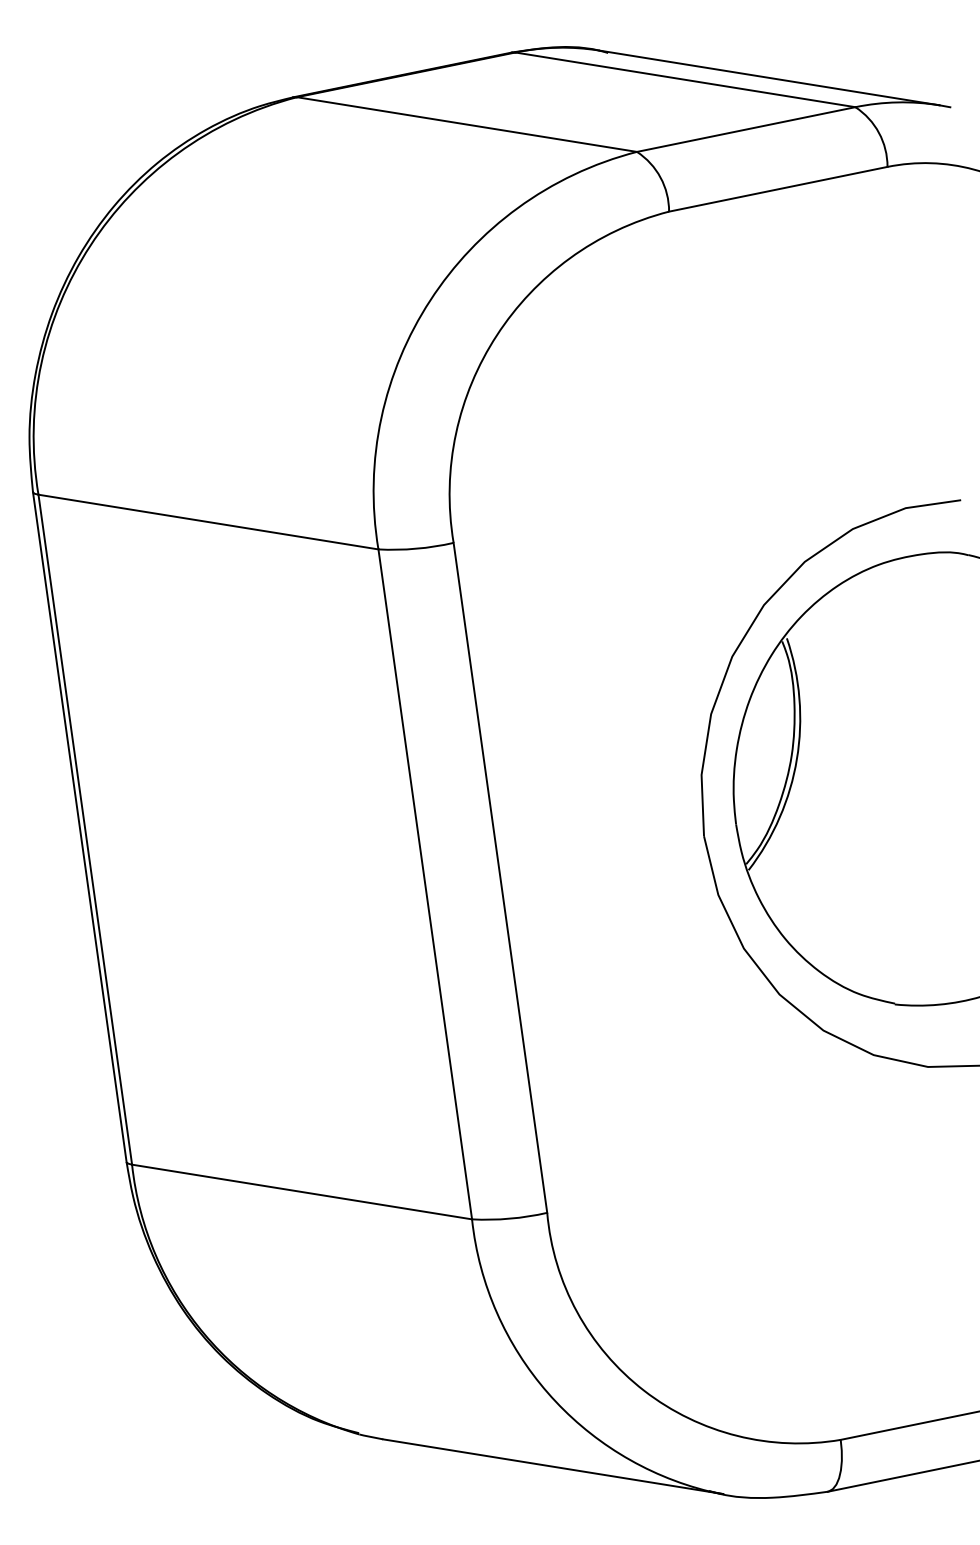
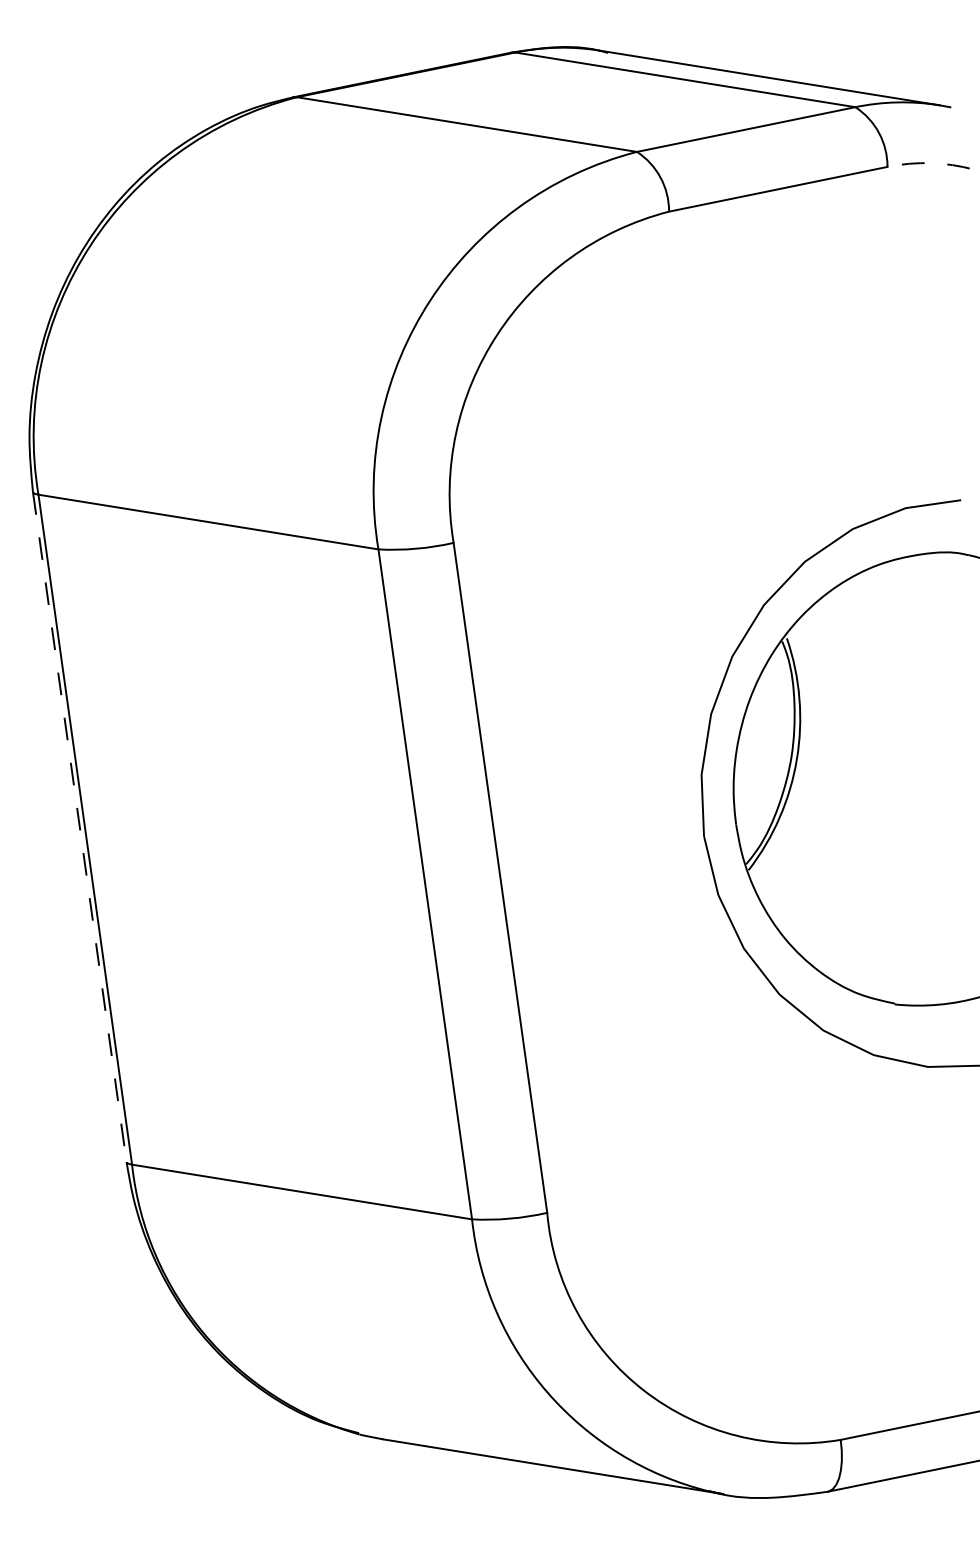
arc at (933, 163): solid -> dashed
line at (79, 827): solid -> dashed
